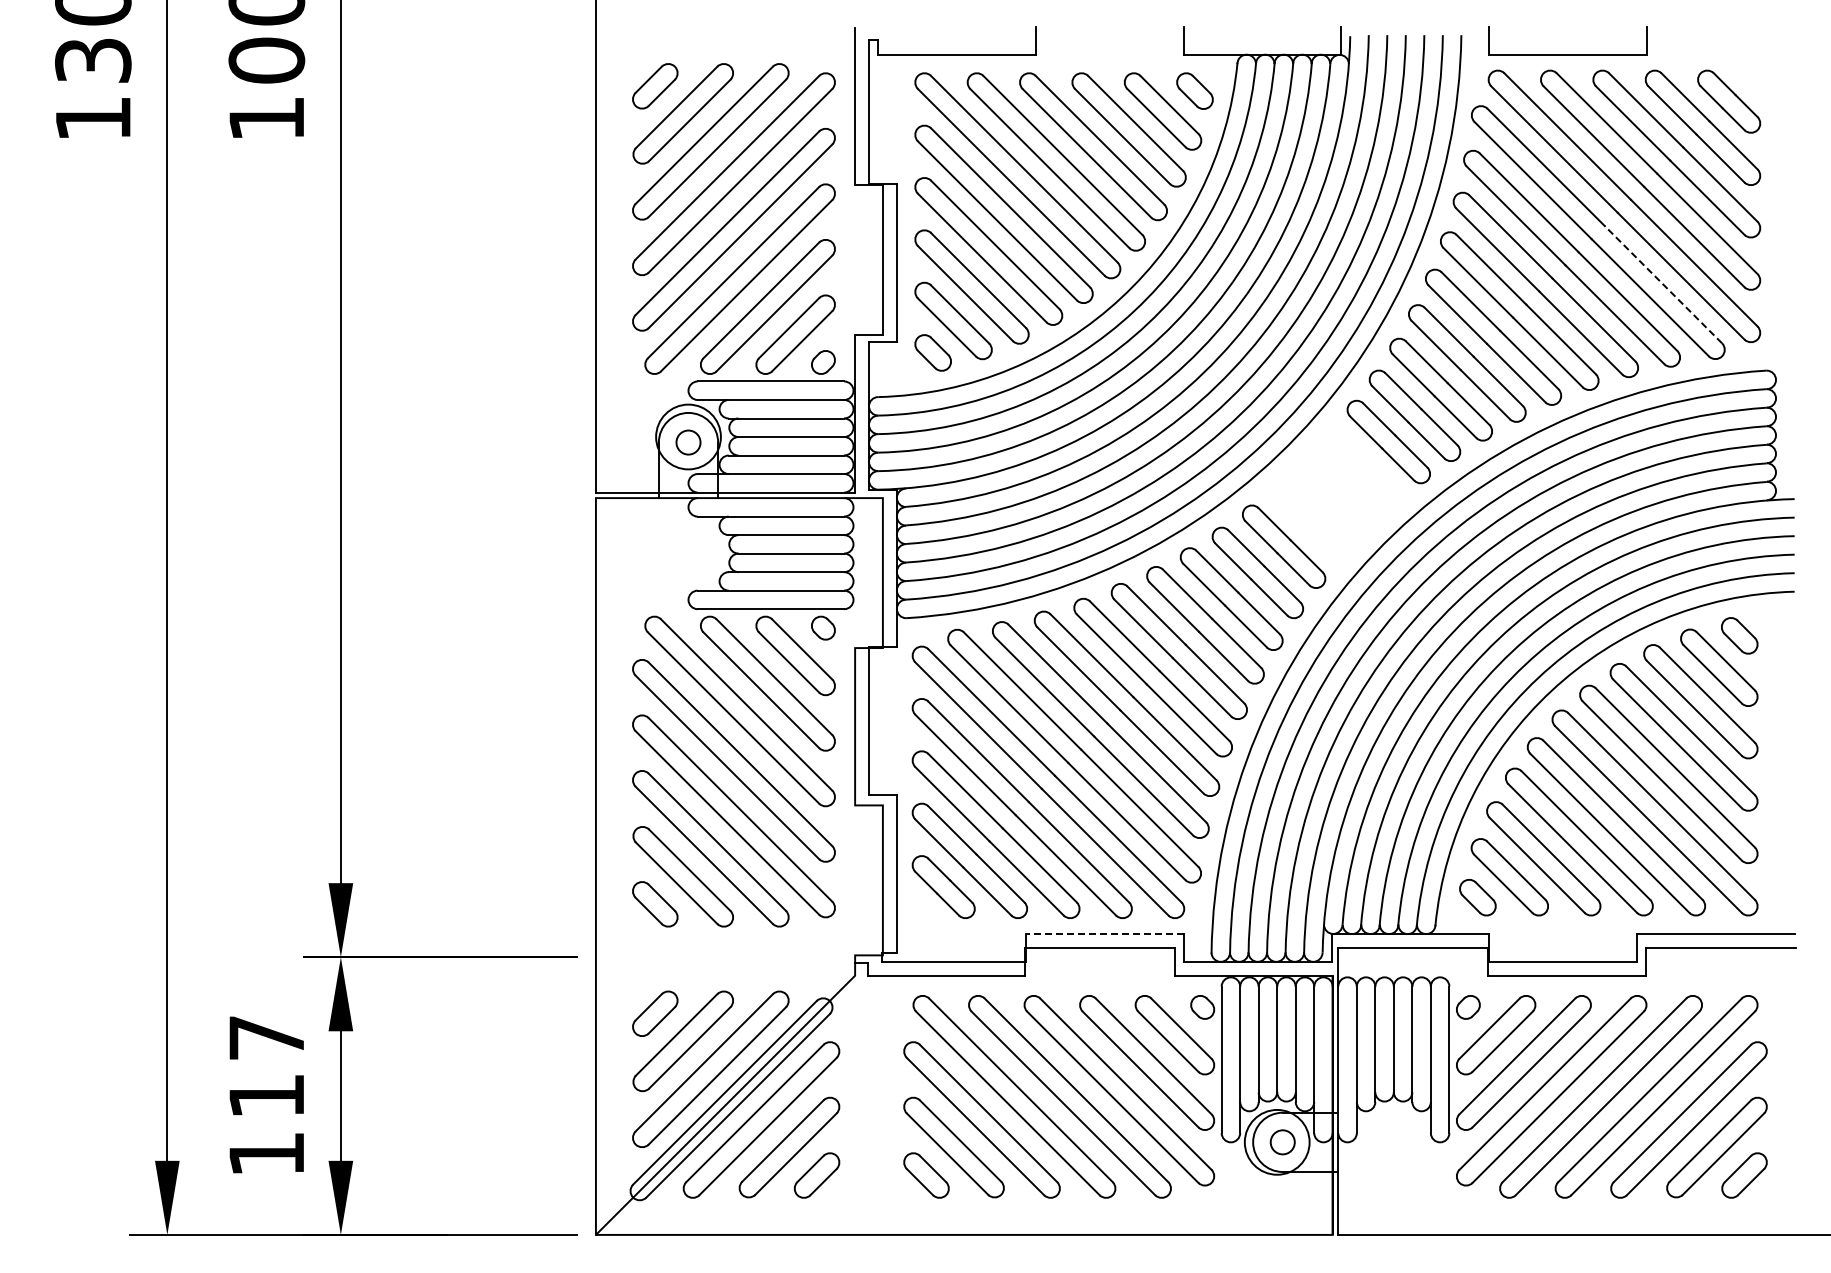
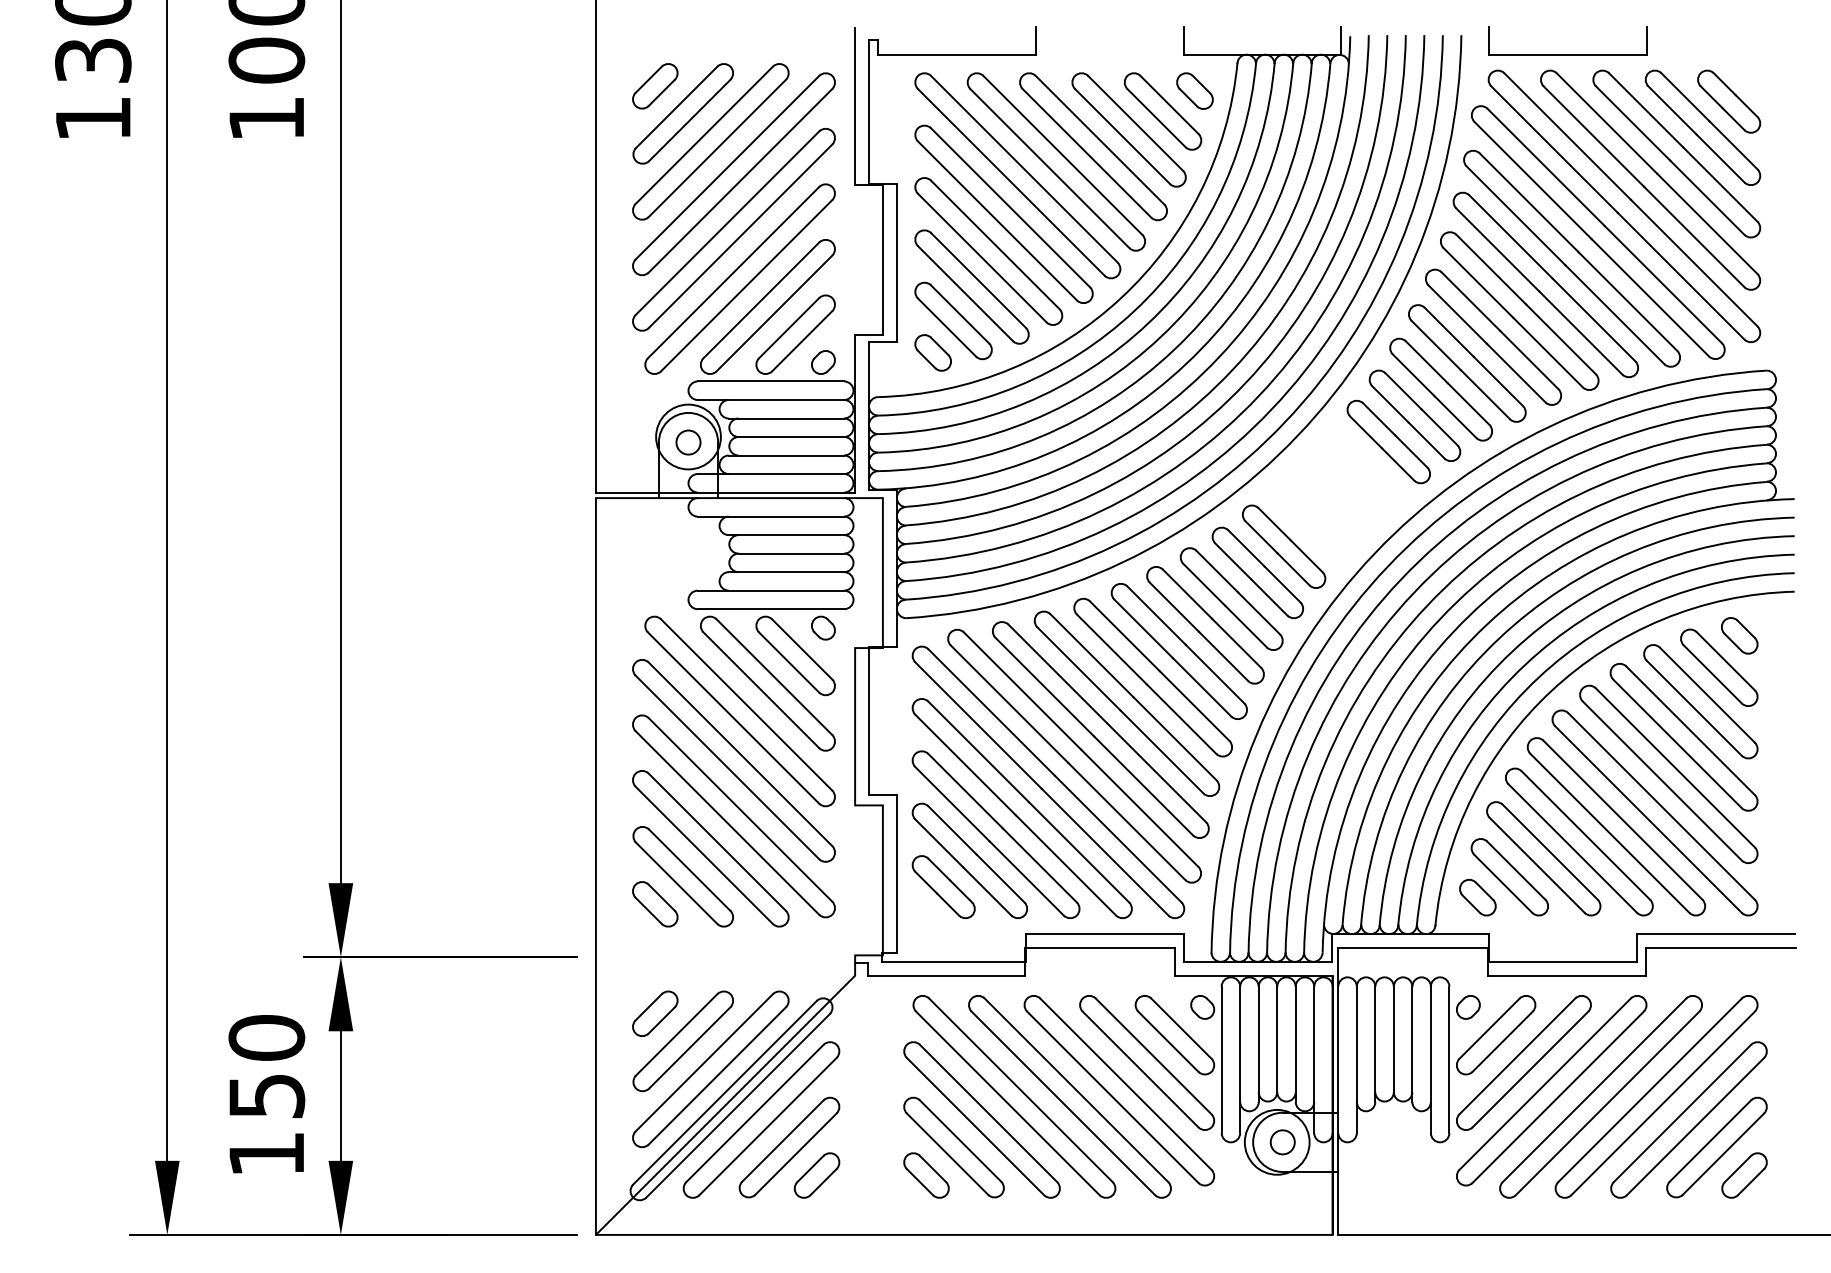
line at (1663, 284): dashed -> solid
line at (1105, 934): dashed -> solid
text at (266, 1066): 117 -> 150
